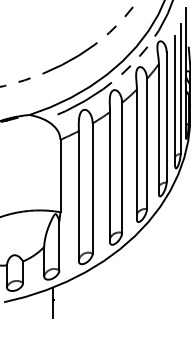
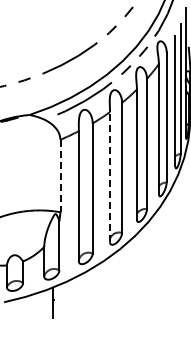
line at (60, 176): solid -> dashed
line at (110, 176): solid -> dashed
